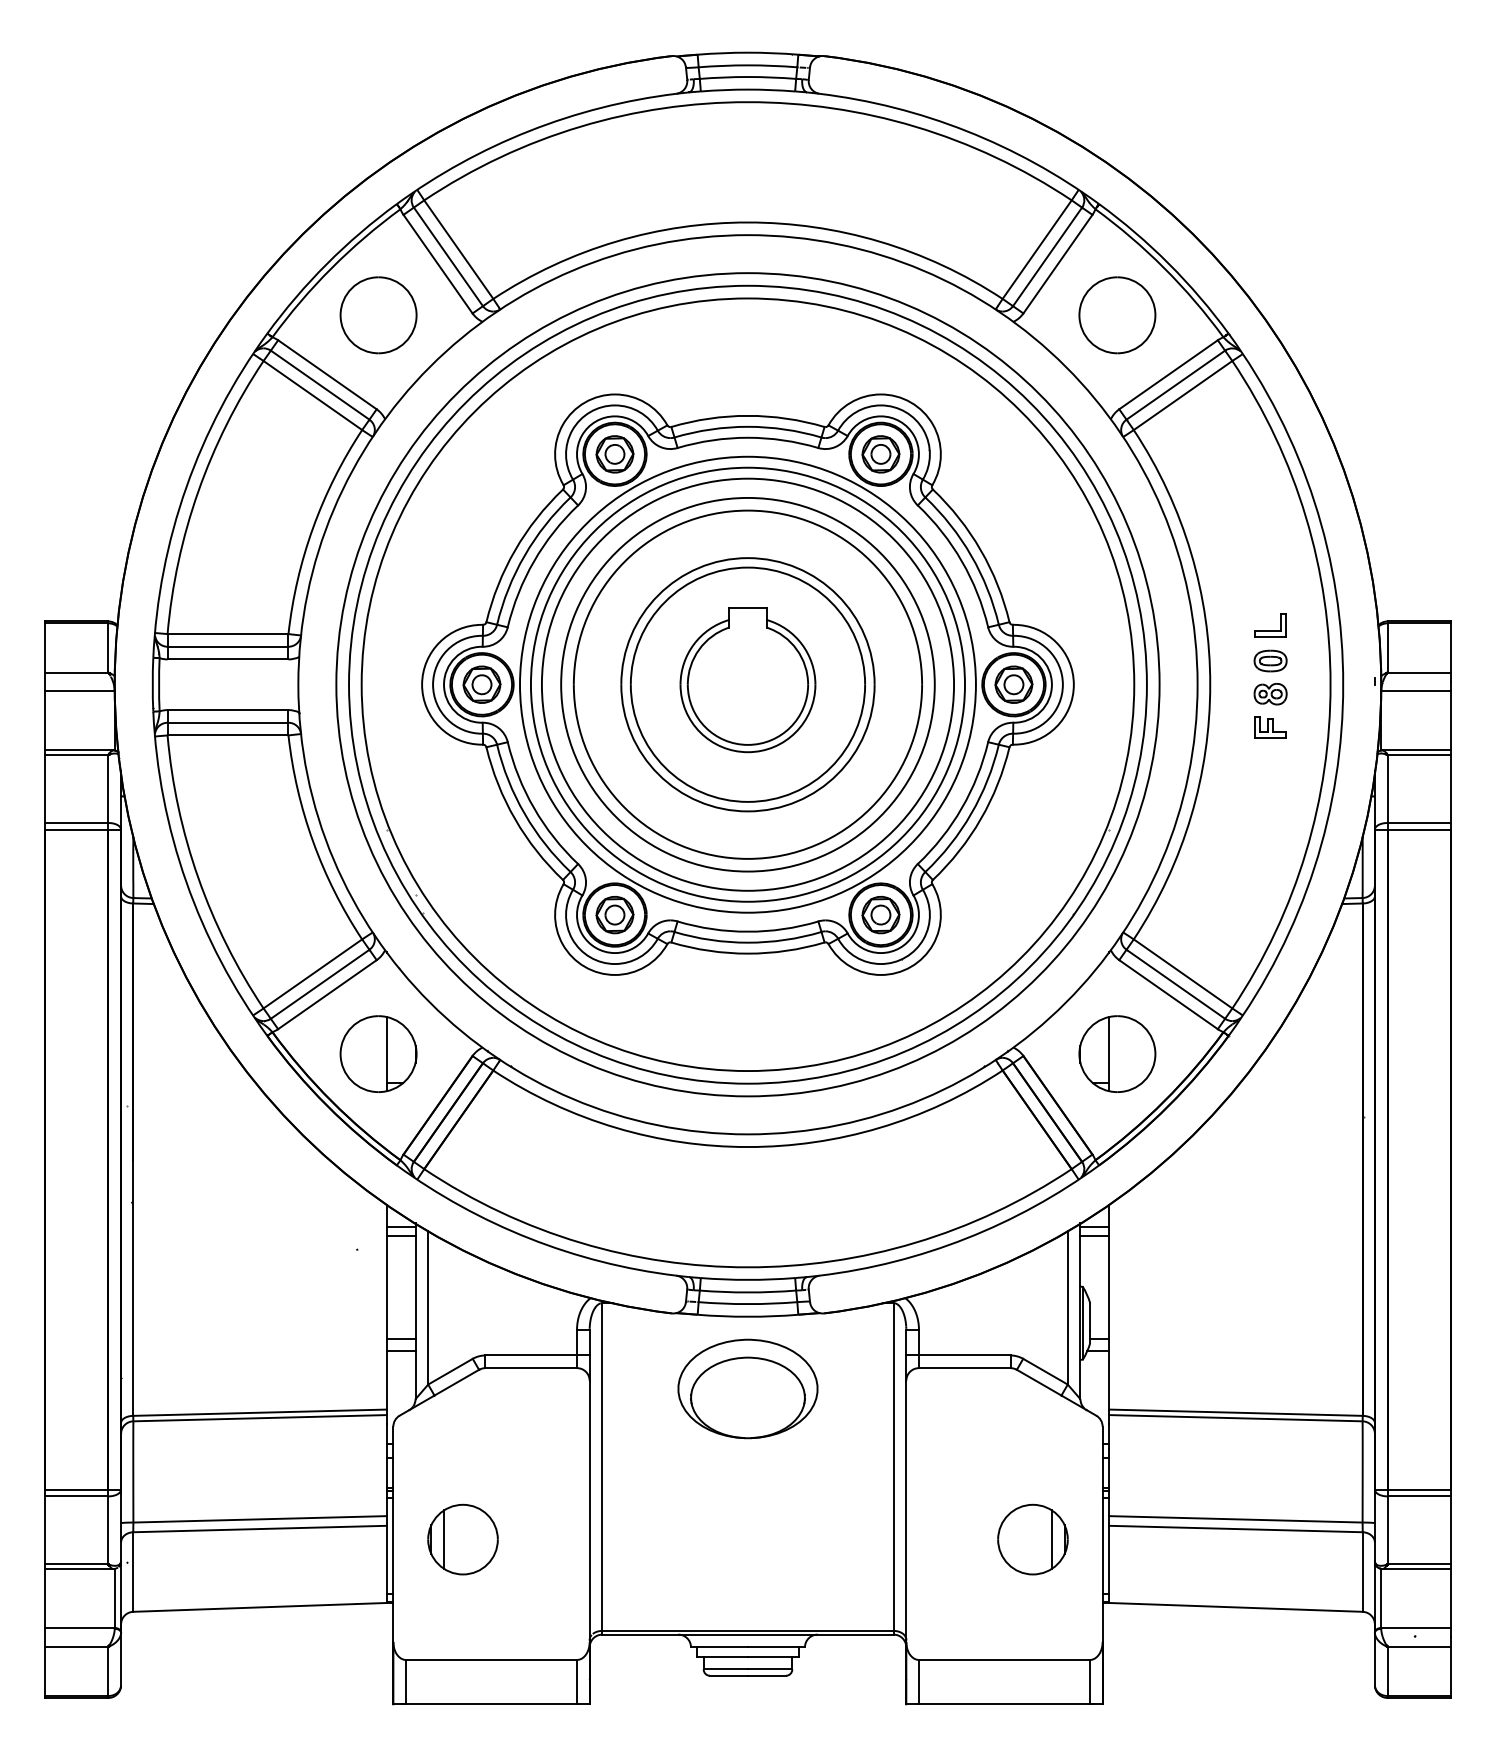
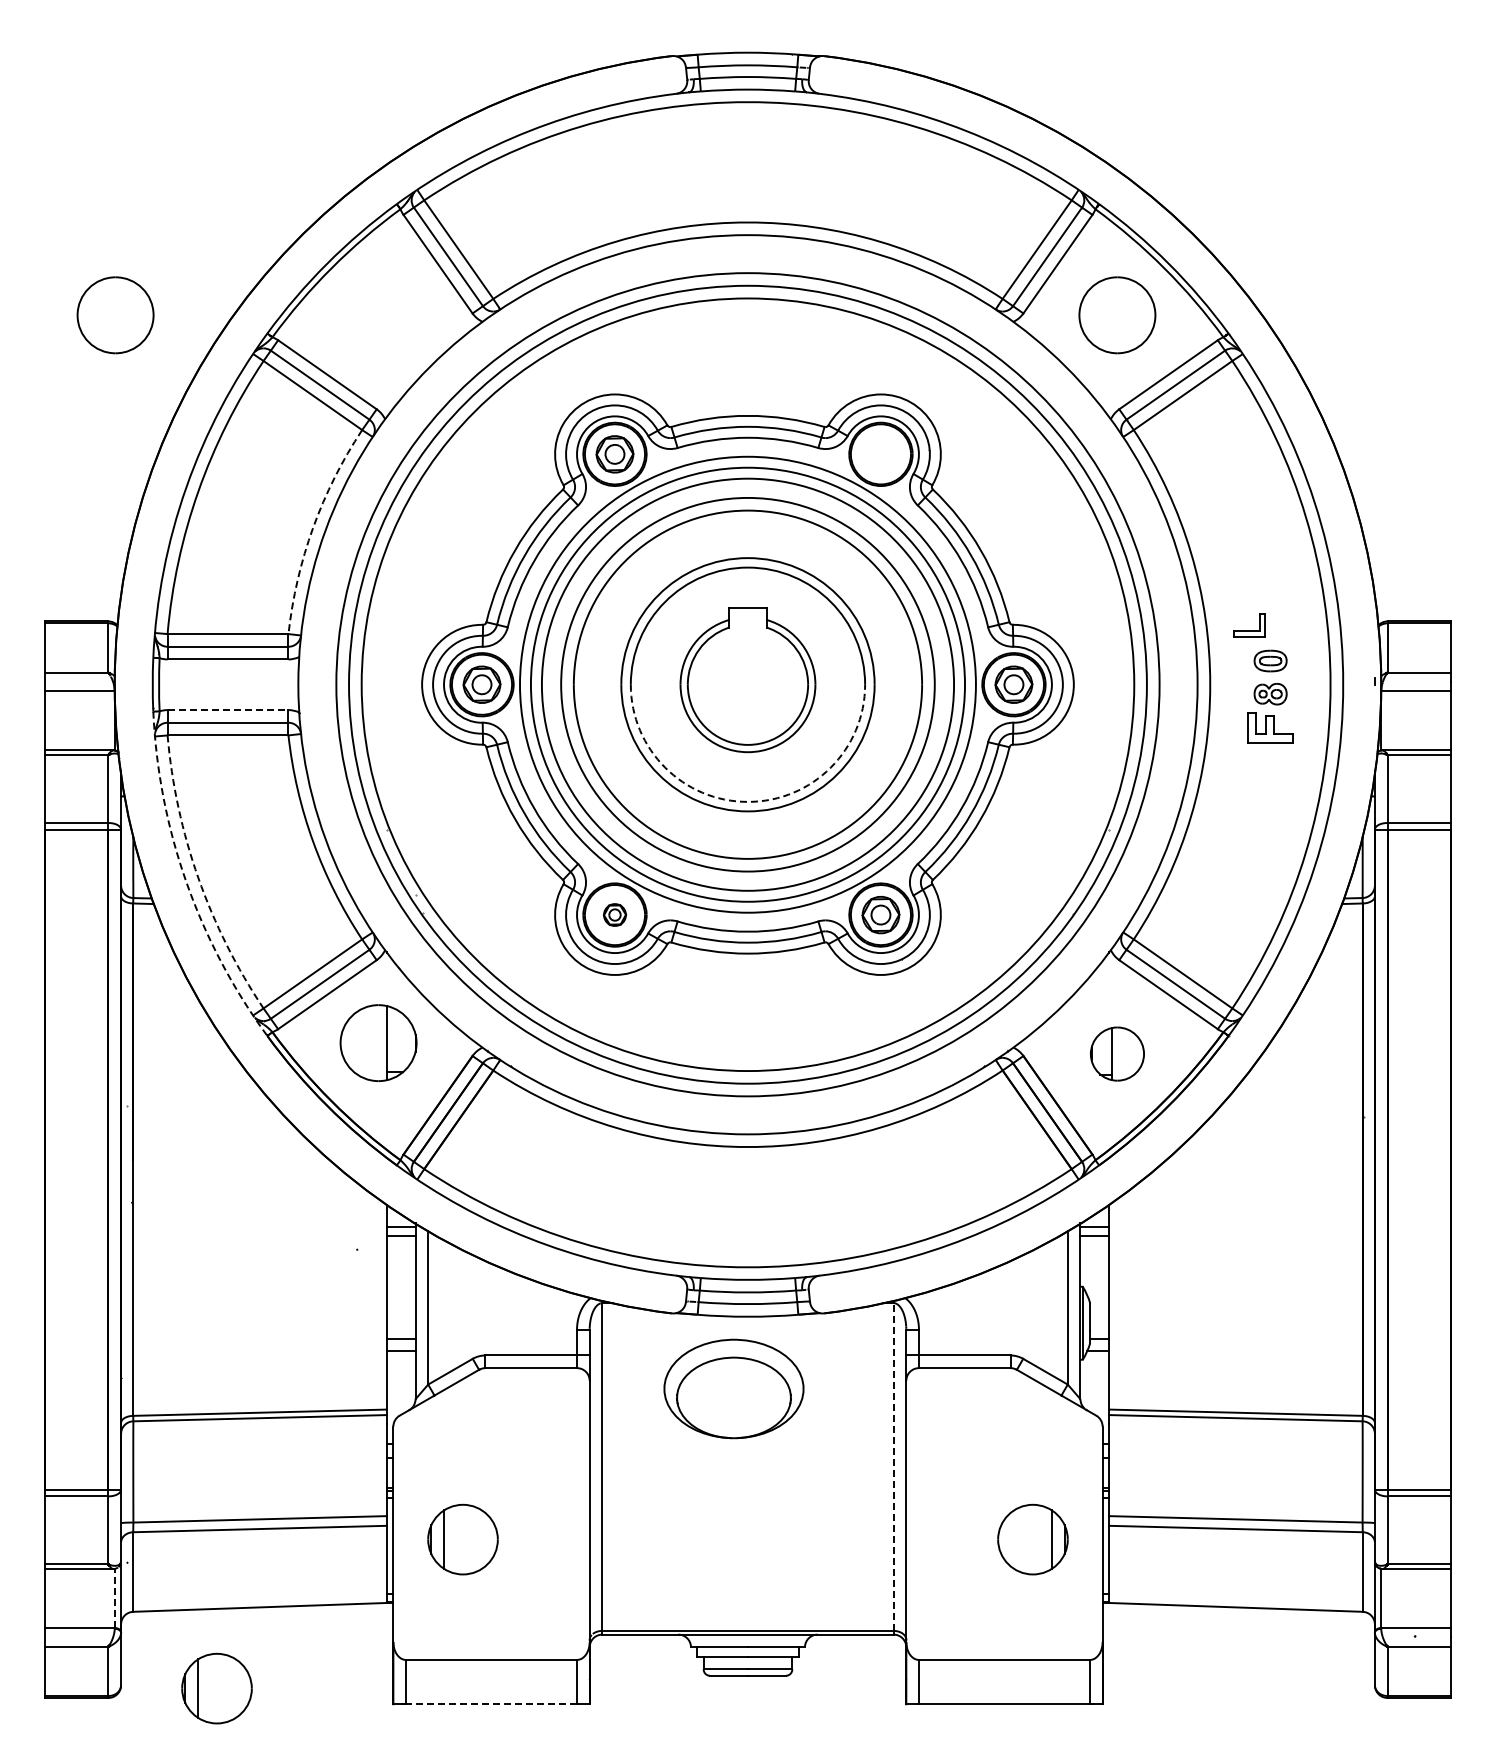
part at (378, 315) position: (378, 315) -> (115, 315)
part at (880, 454): present -> none
arc at (313, 527): solid -> dashed
part at (1270, 625) position: (1270, 625) -> (1249, 625)
line at (228, 710): solid -> dashed
part at (1270, 727) size: 33x23 px -> 47x32 px
arc at (747, 801): solid -> dashed
arc at (198, 878): solid -> dashed
arc at (186, 882): solid -> dashed
part at (614, 914) size: 40x40 px -> 26x24 px
part at (378, 1053) position: (378, 1053) -> (378, 1042)
part at (1117, 1053) size: 79x78 px -> 55x56 px
part at (747, 1388) position: (747, 1388) -> (733, 1388)
line at (893, 1467): solid -> dashed
line at (114, 1598): solid -> dashed
part at (216, 1688): none -> present
line at (491, 1704): solid -> dashed
